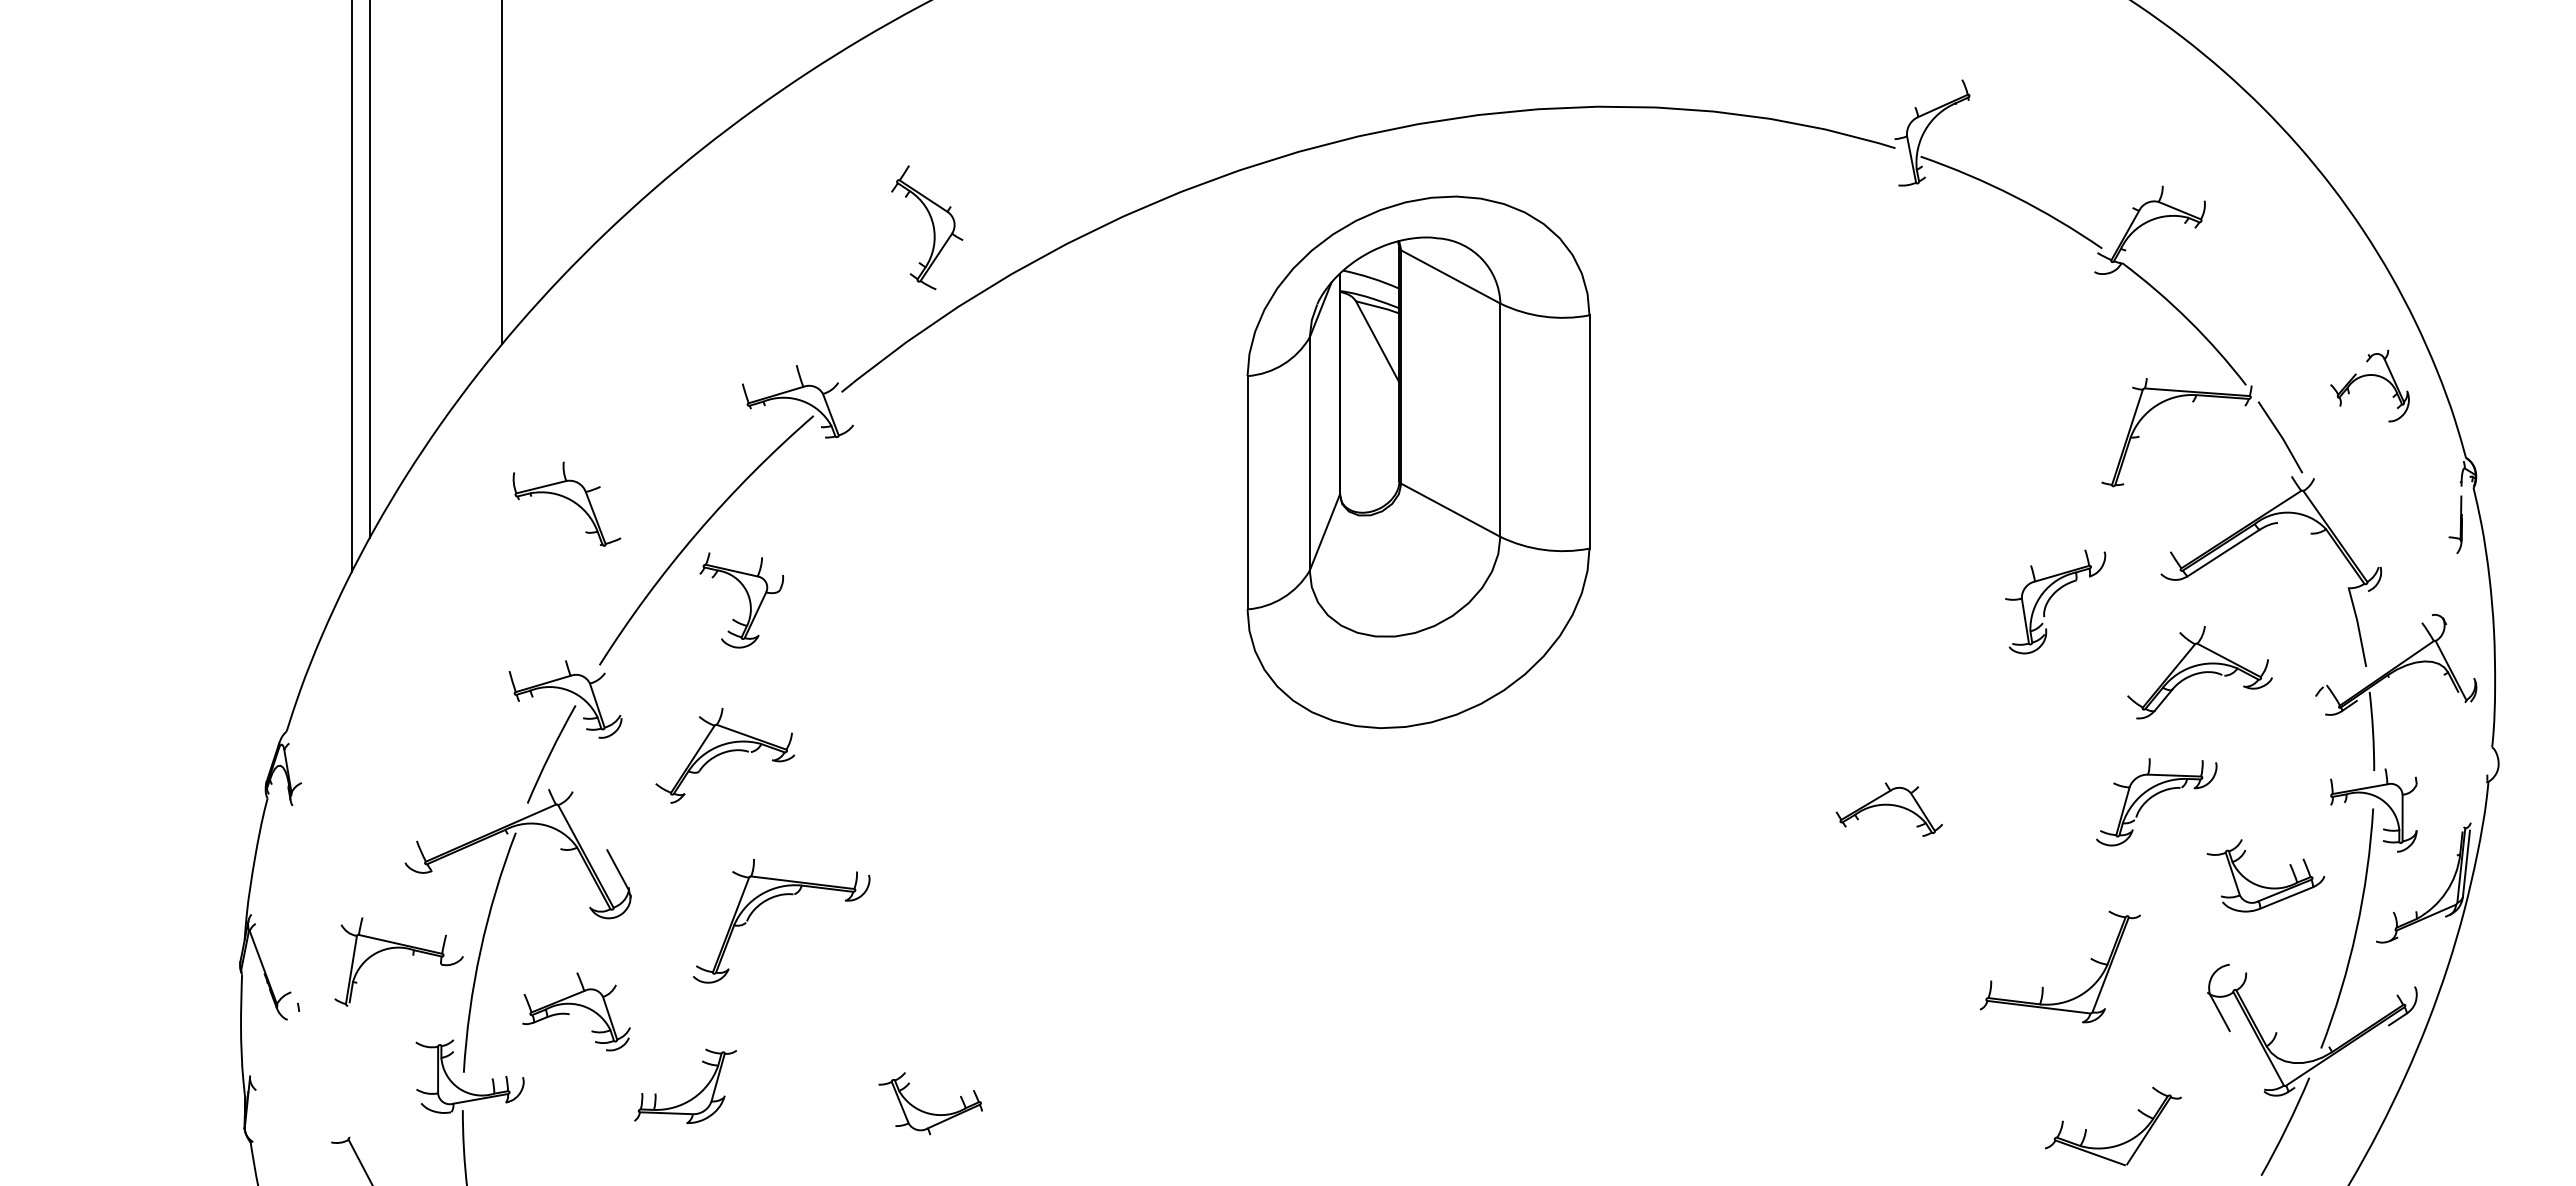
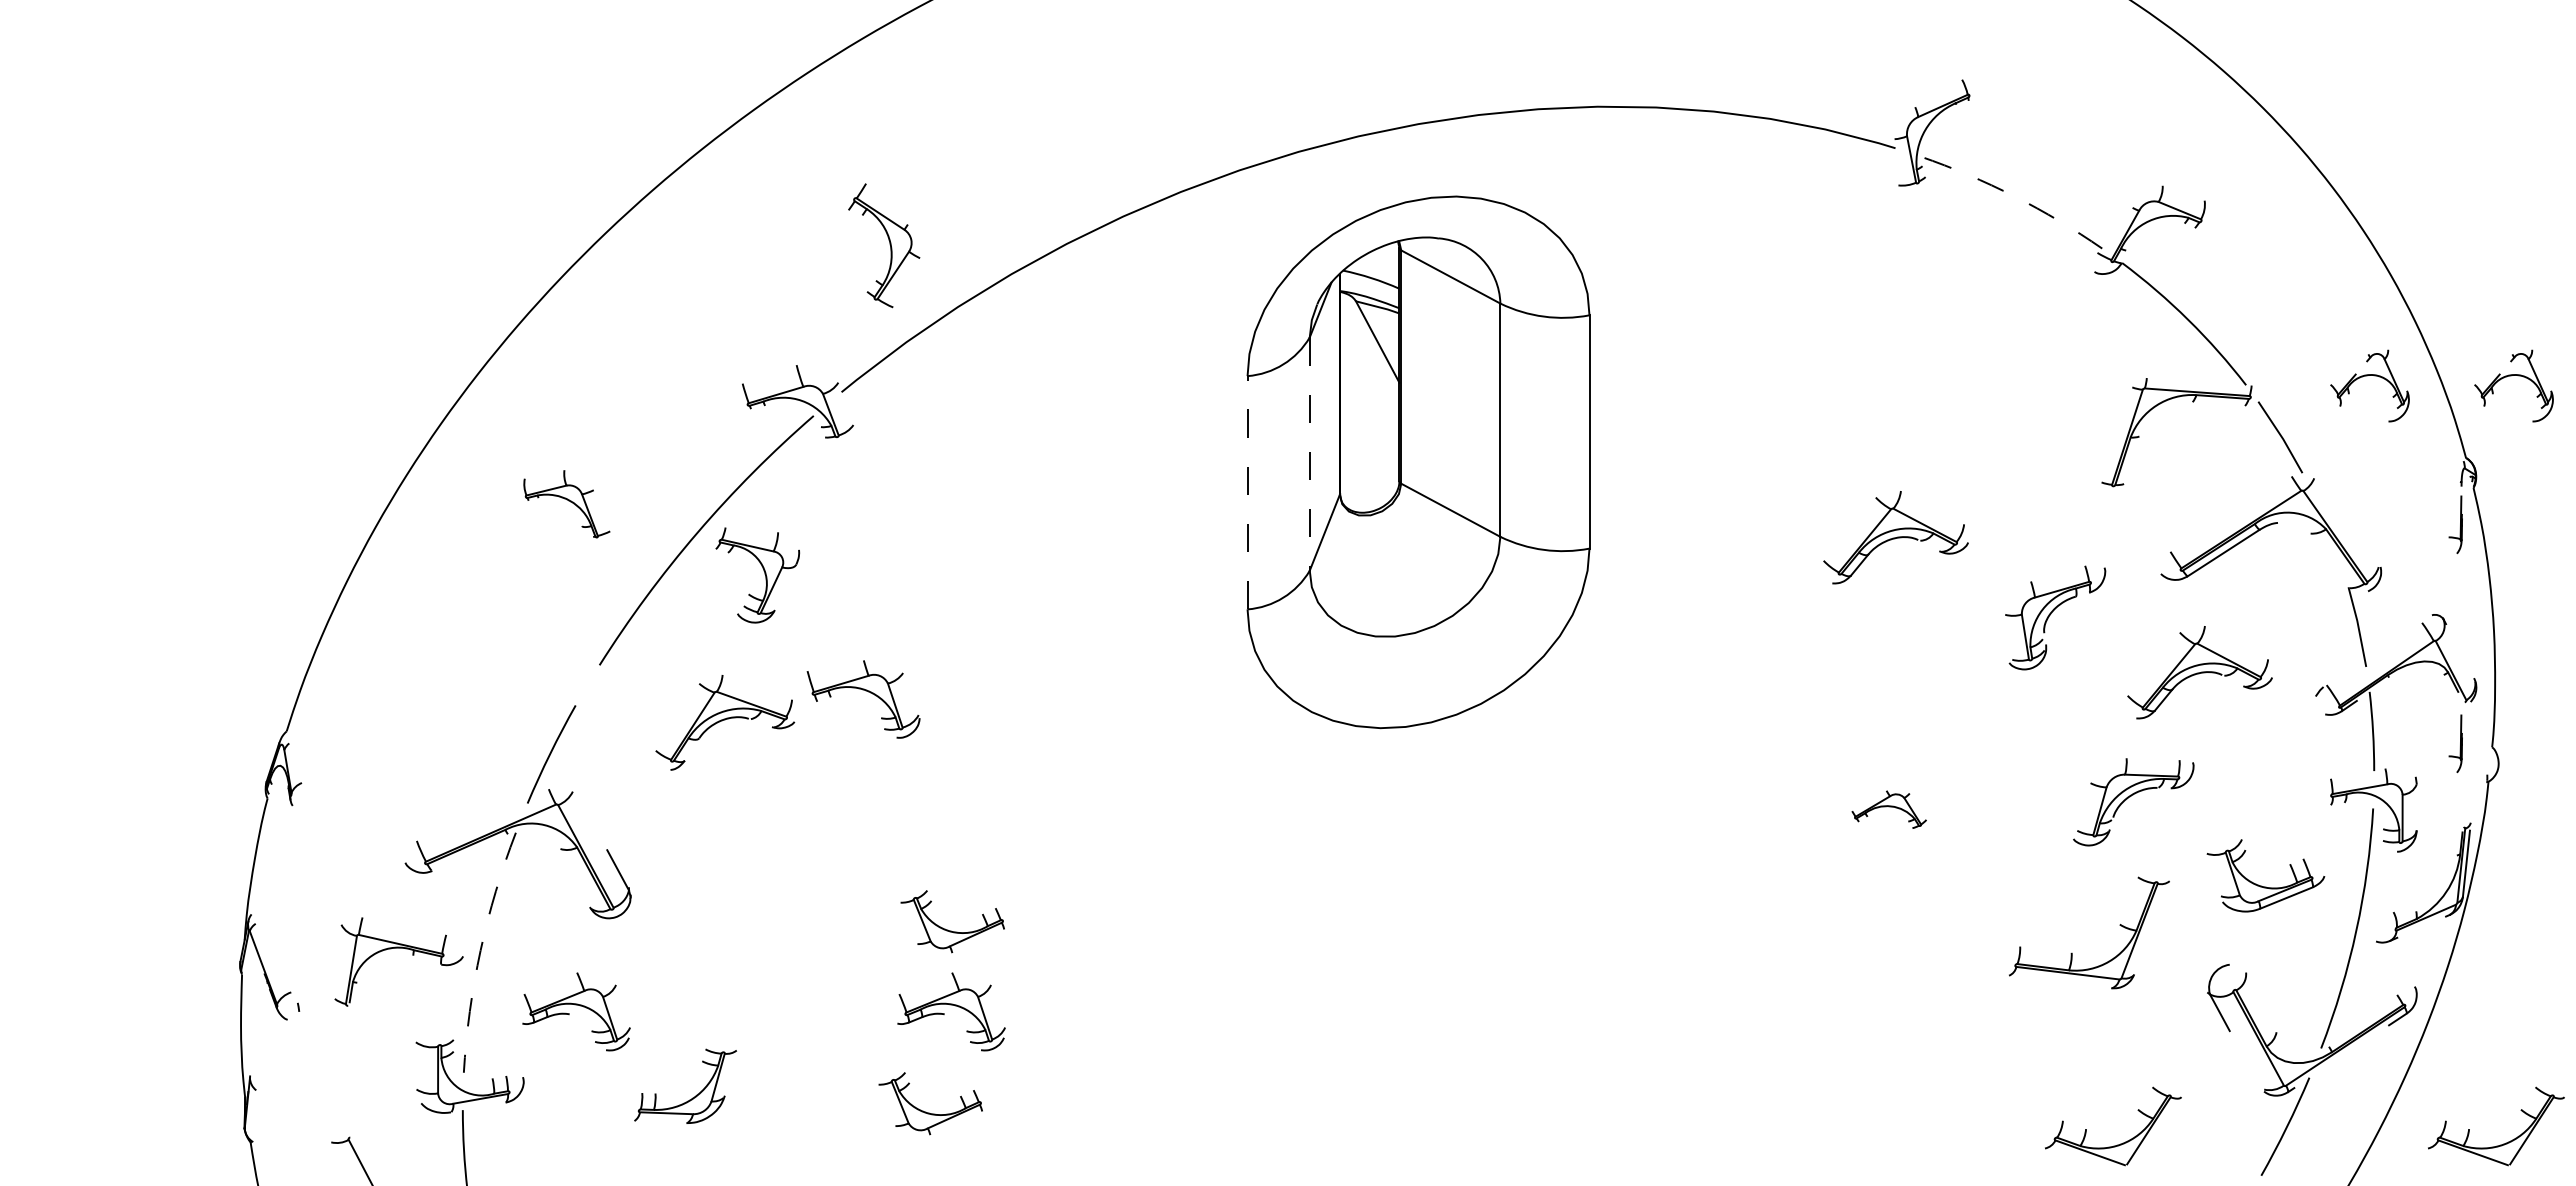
line at (502, 173): present -> none
arc at (2014, 196): solid -> dashed
part at (927, 227) position: (927, 227) -> (884, 245)
line at (370, 269): present -> none
line at (351, 287): present -> none
part at (2511, 376): none -> present
line at (1309, 454): solid -> dashed
line at (1247, 492): solid -> dashed
part at (566, 503) size: 110x86 px -> 88x69 px
part at (1895, 537): none -> present
part at (748, 599) position: (748, 599) -> (764, 574)
part at (2055, 601) position: (2055, 601) -> (2055, 617)
part at (567, 691) position: (567, 691) -> (865, 691)
part at (2455, 743): none -> present
part at (725, 755) position: (725, 755) -> (725, 722)
part at (2156, 802) position: (2156, 802) -> (2133, 802)
part at (1888, 809) size: 108x55 px -> 76x39 px
part at (770, 899): present -> none
part at (951, 930): none -> present
arc at (480, 950): solid -> dashed
part at (2042, 986) position: (2042, 986) -> (2071, 952)
part at (951, 1011): none -> present
part at (2503, 1143): none -> present
